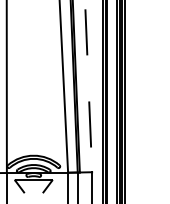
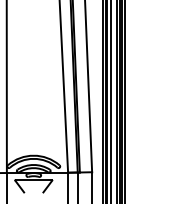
line at (88, 86): dashed -> solid
line at (110, 101): none -> present
